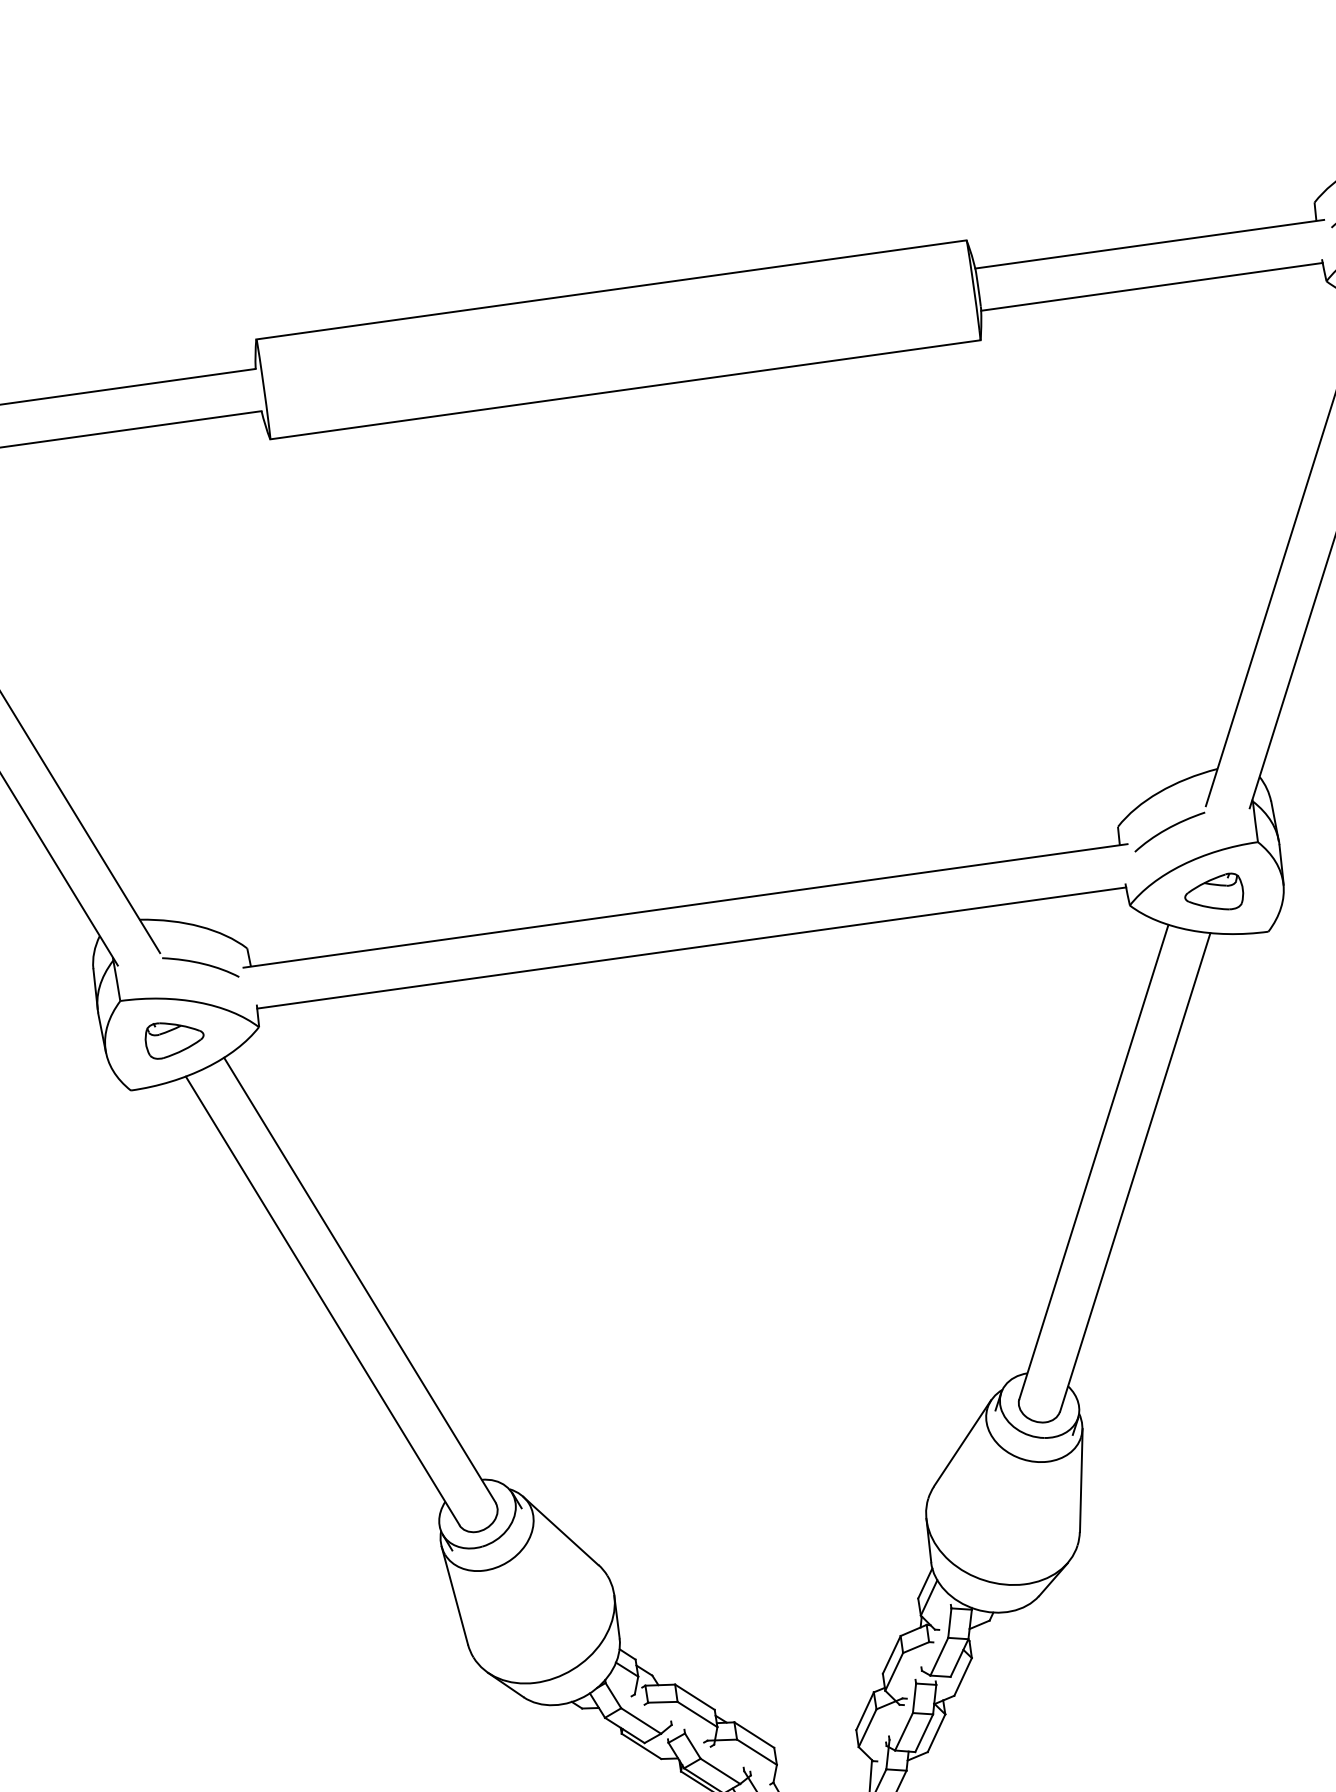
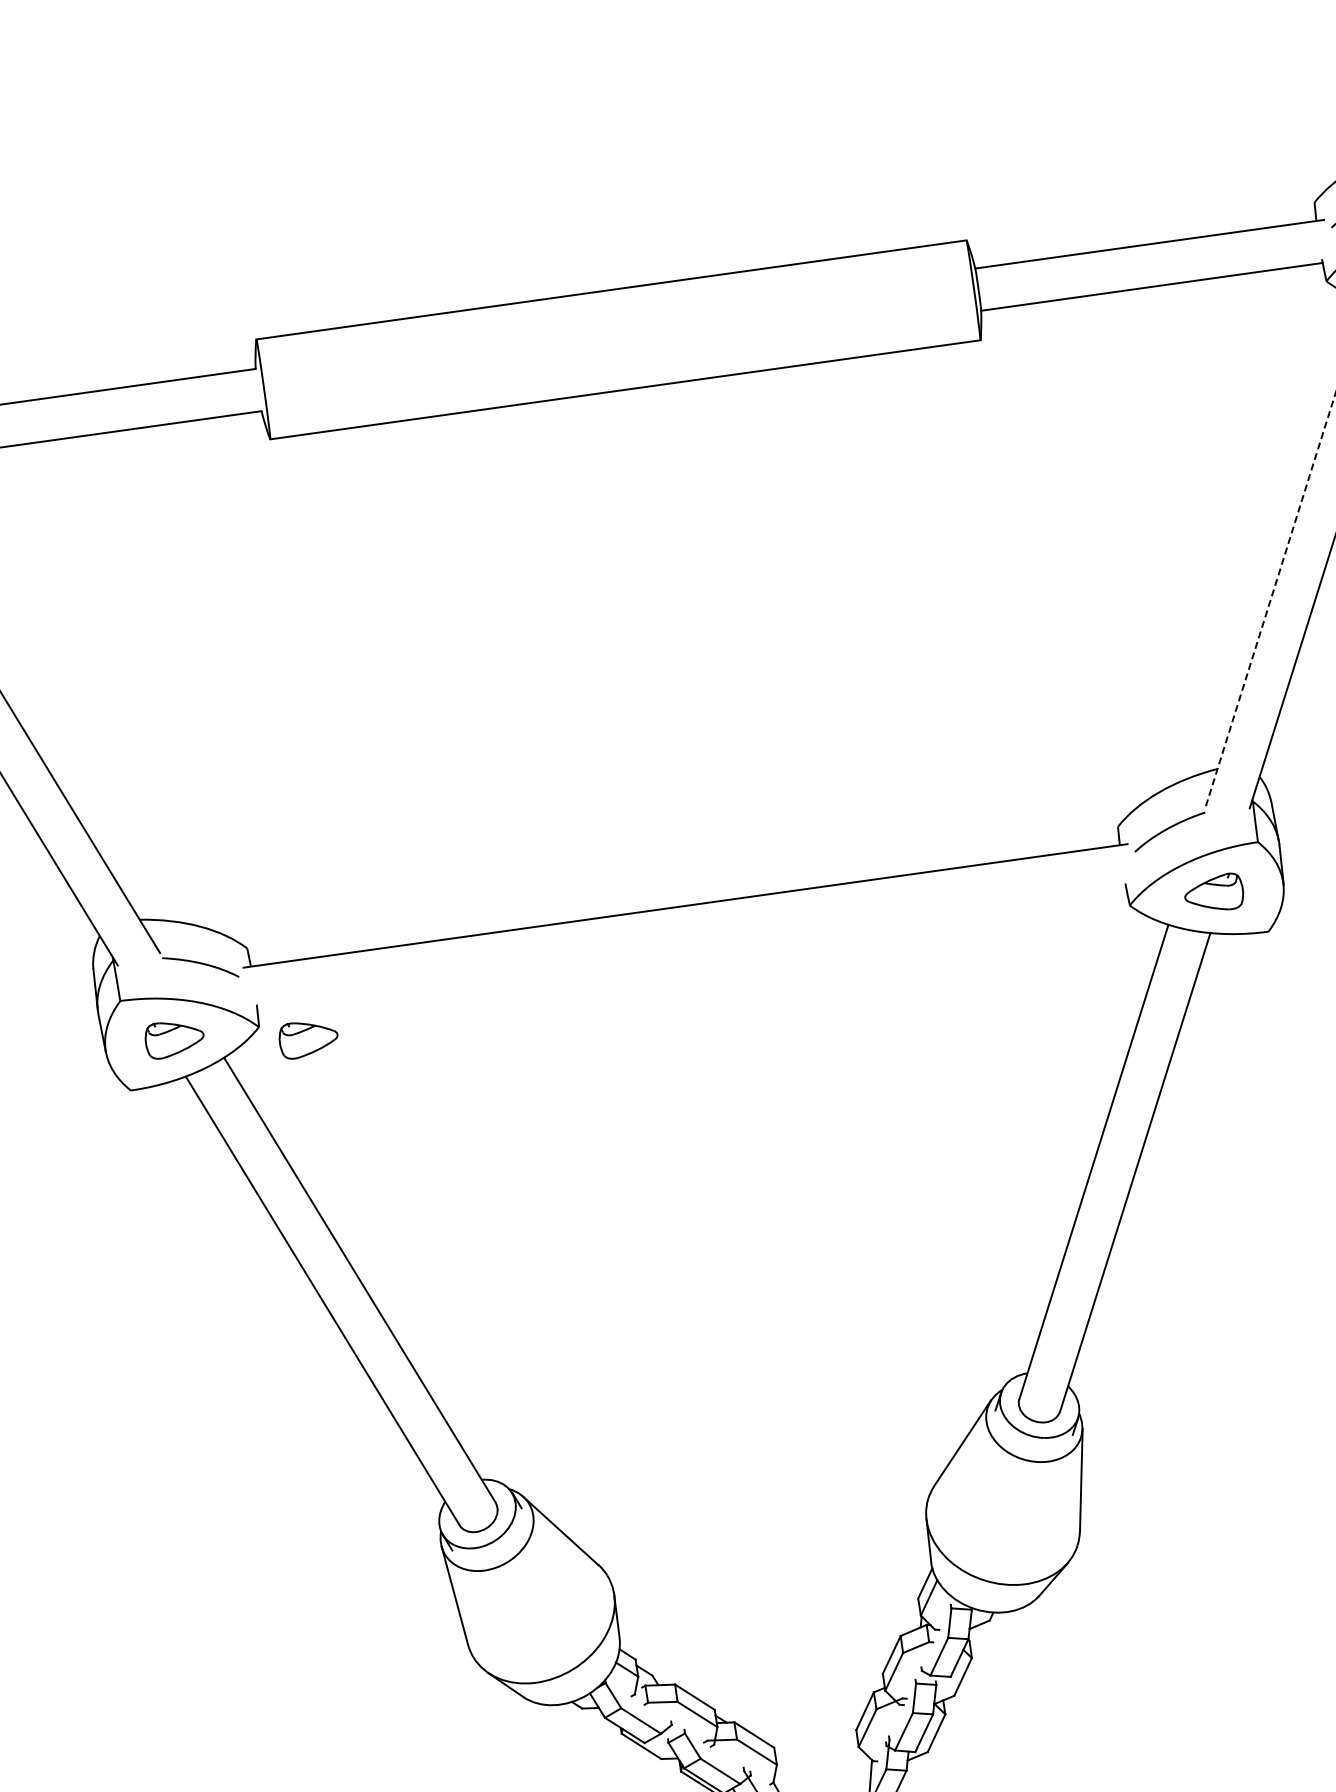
line at (1270, 599): solid -> dashed
line at (691, 947): present -> none
part at (308, 1040): none -> present
